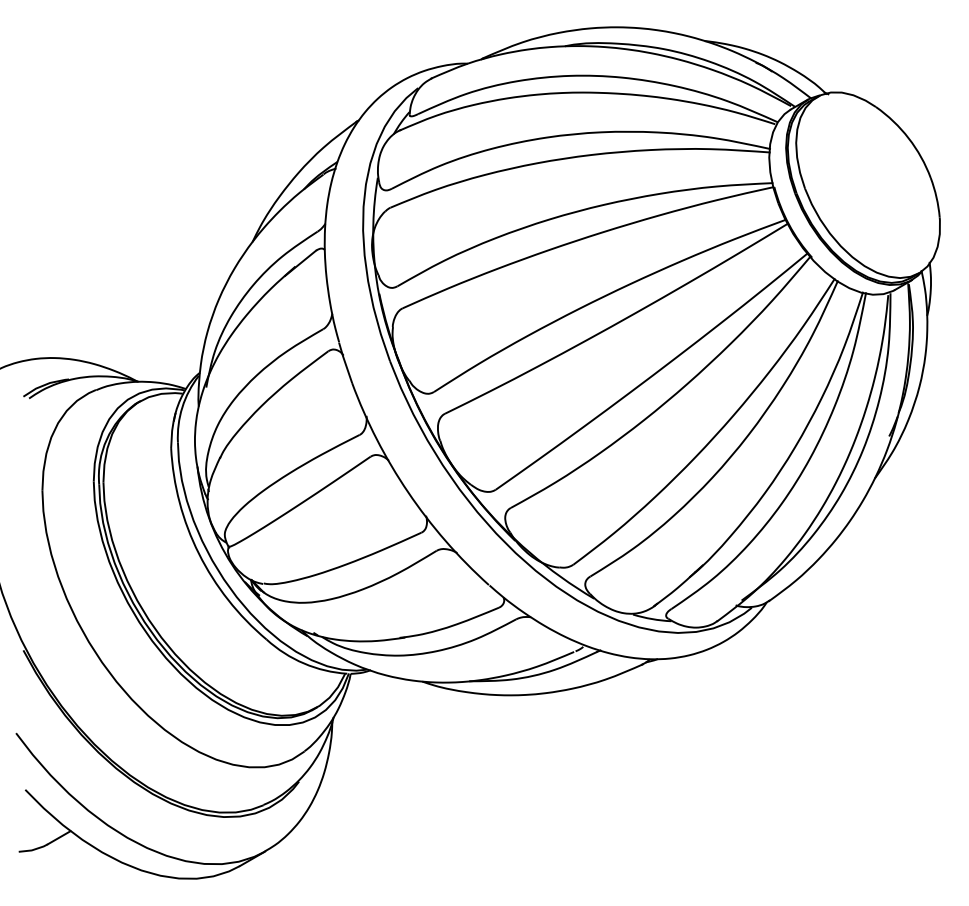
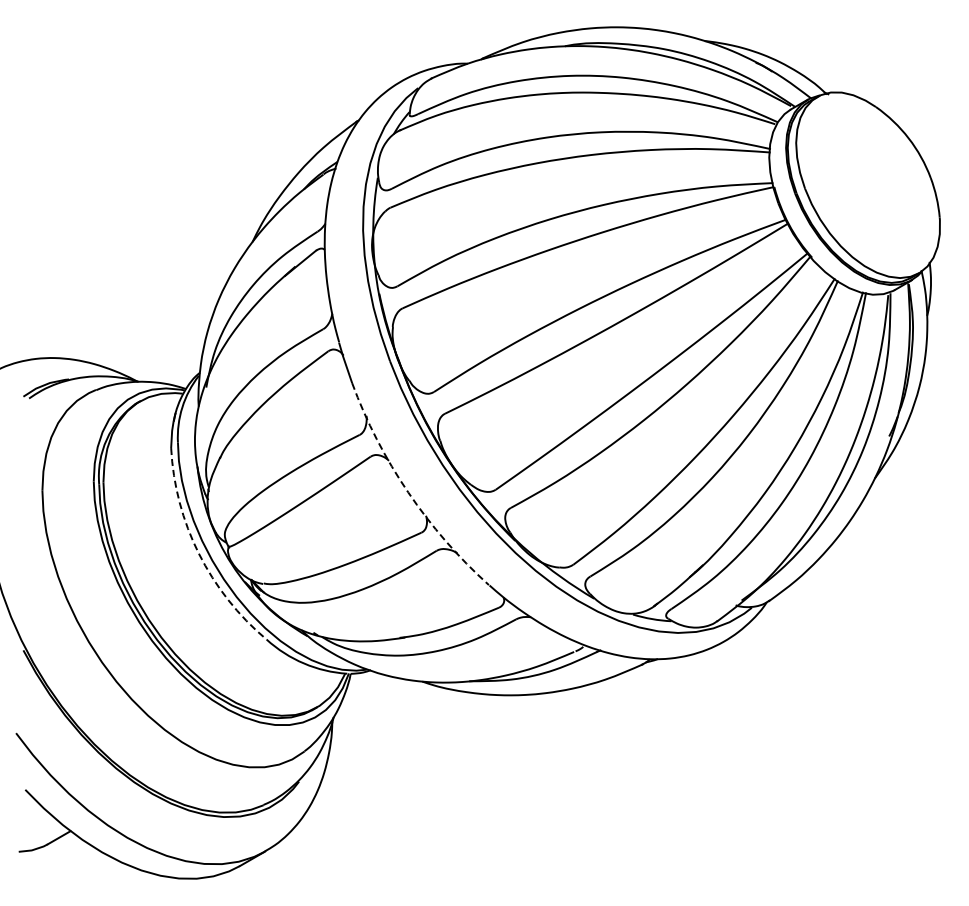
arc at (408, 492): solid -> dashed
arc at (198, 553): solid -> dashed
